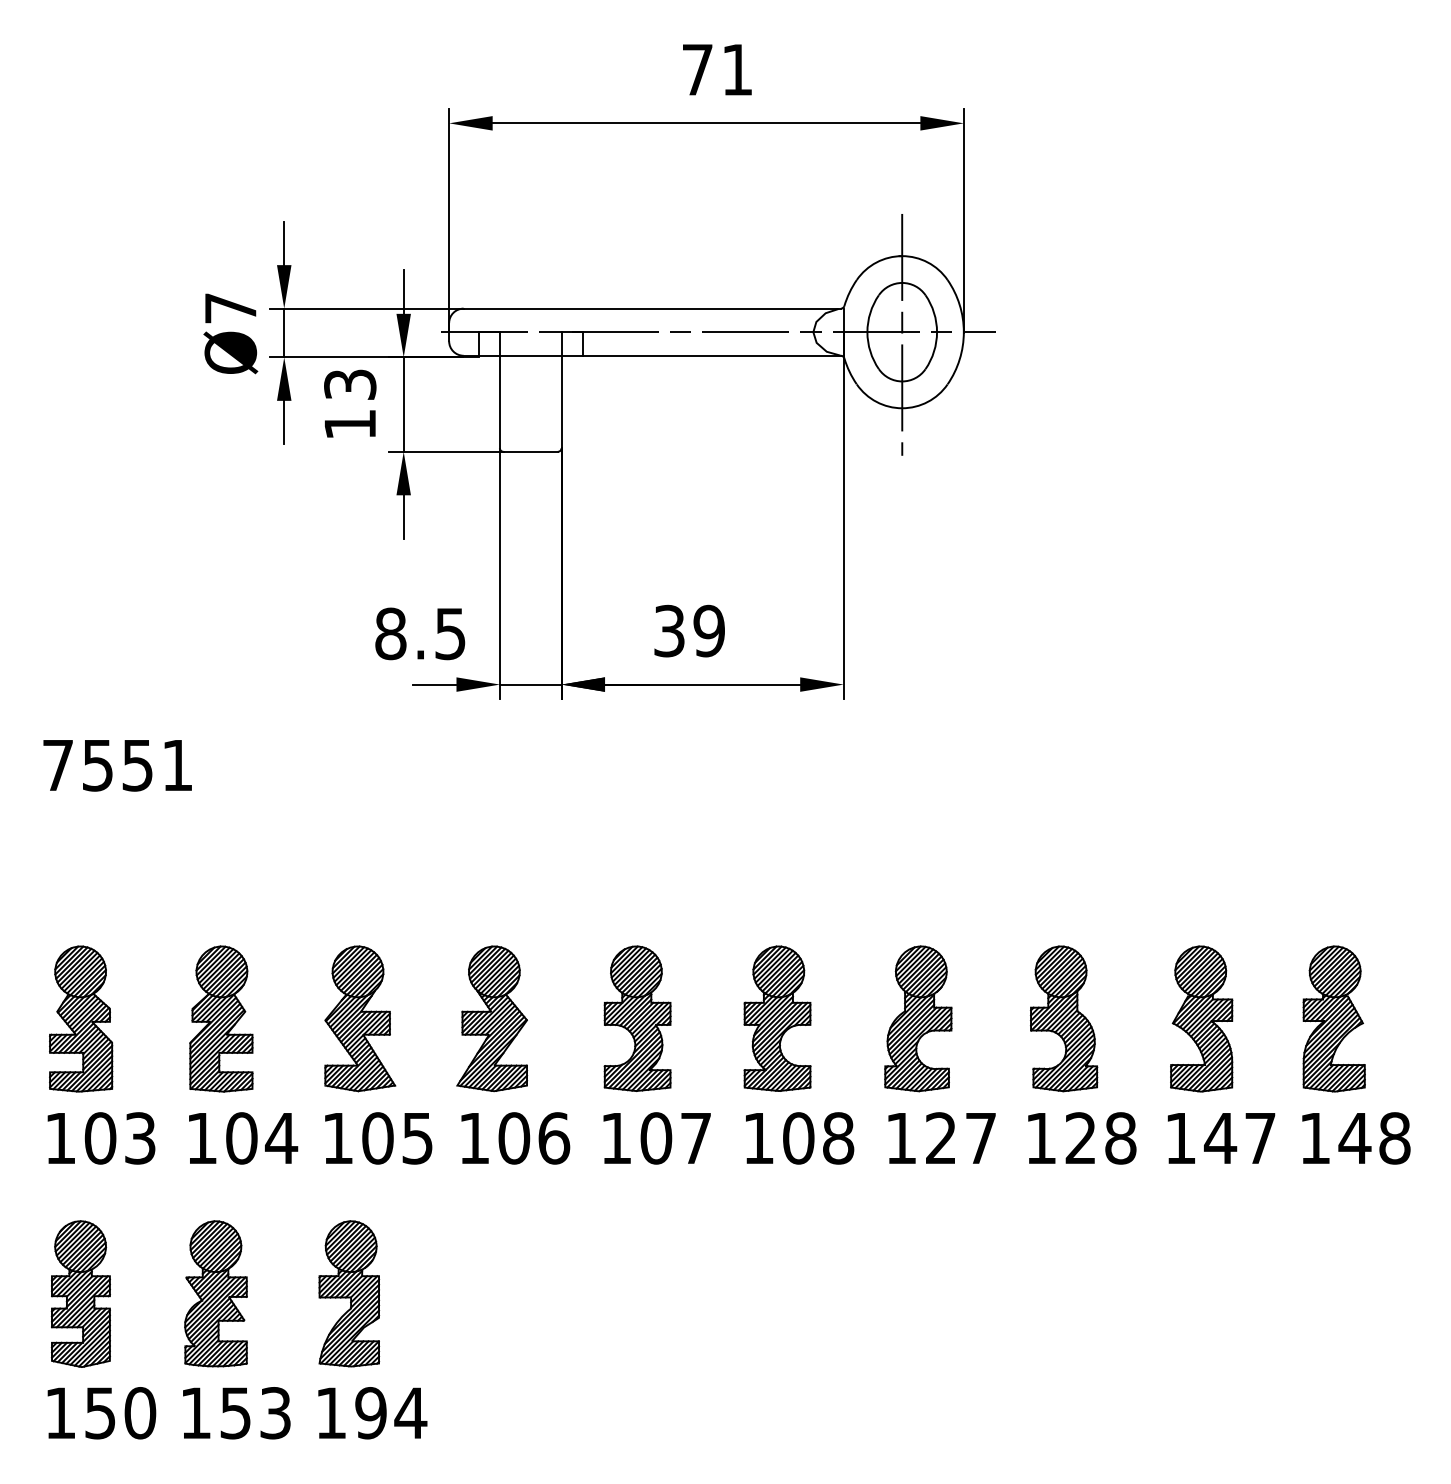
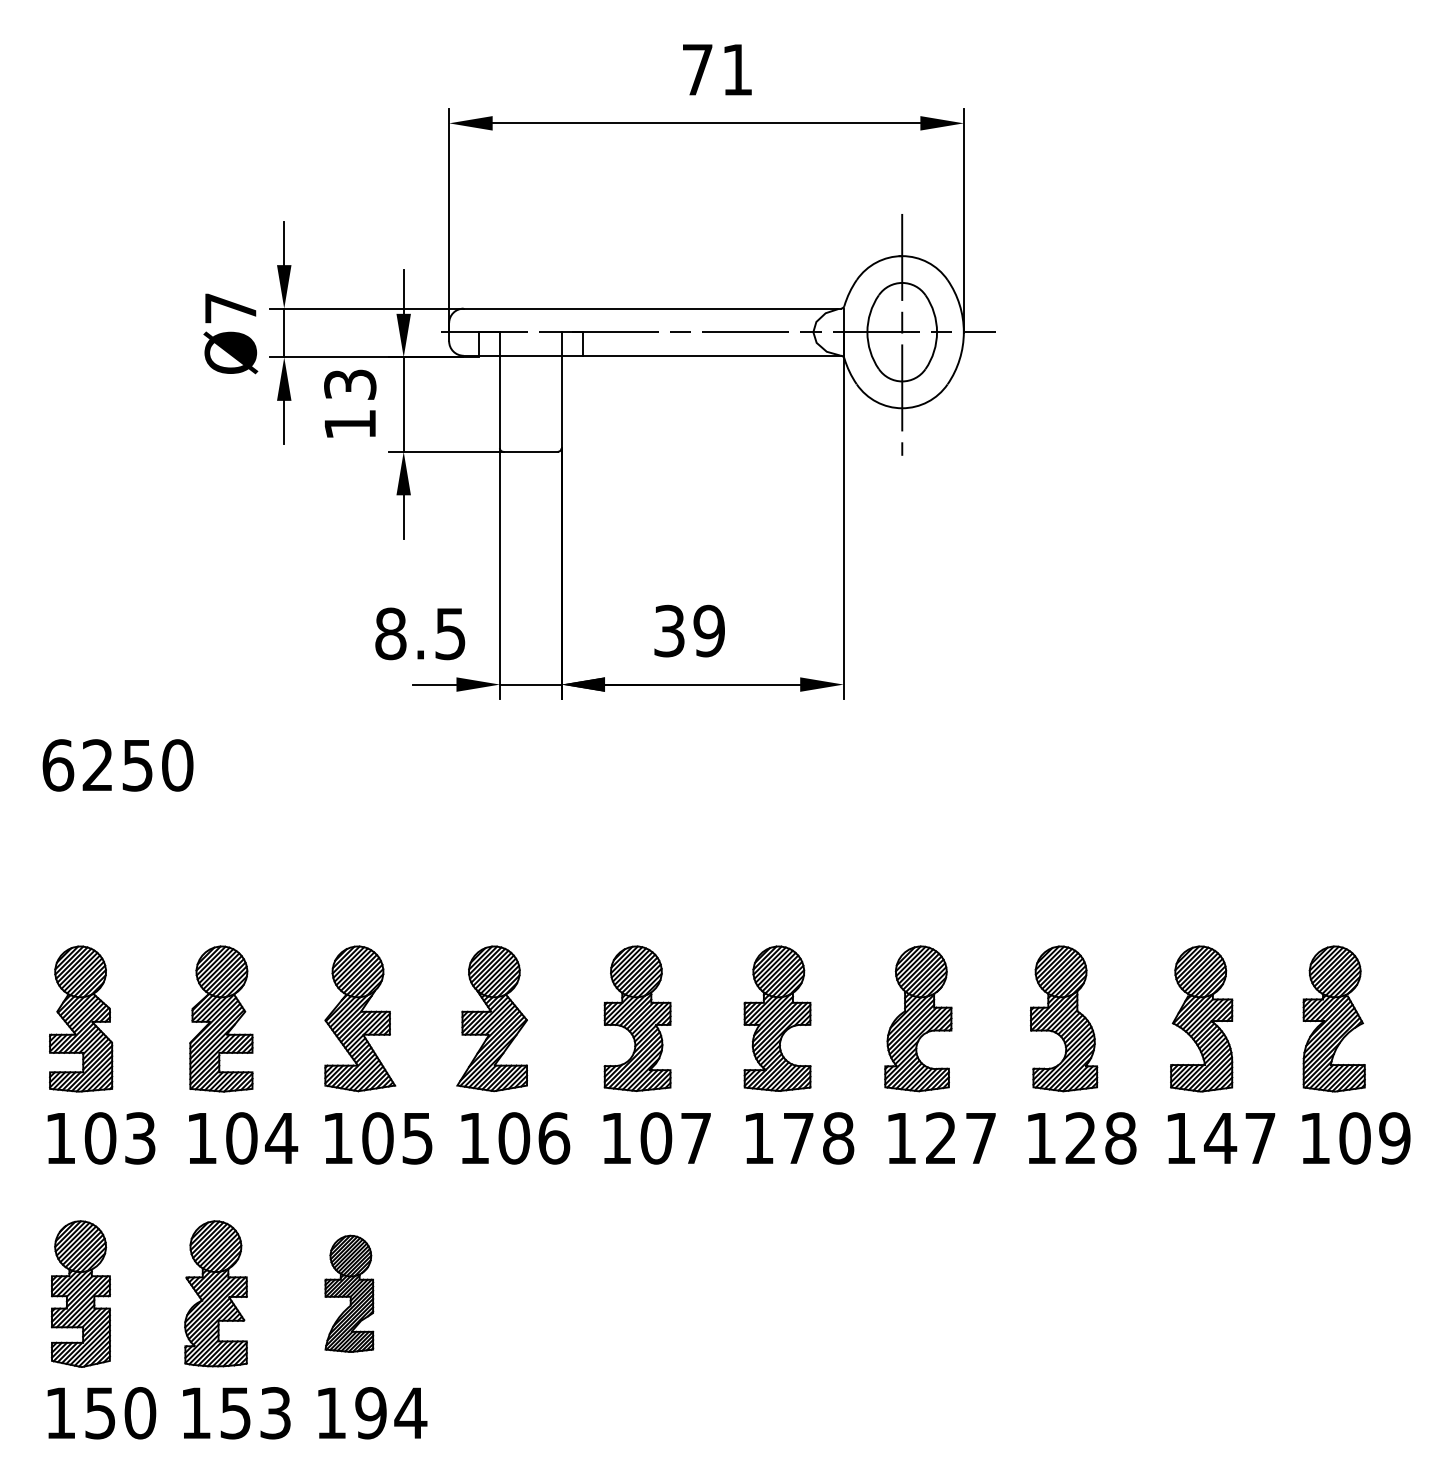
text at (117, 765): 7551 -> 6250
text at (798, 1138): 108 -> 178
text at (1374, 1138): 148 -> 109
part at (349, 1293) size: 63x148 px -> 51x119 px
